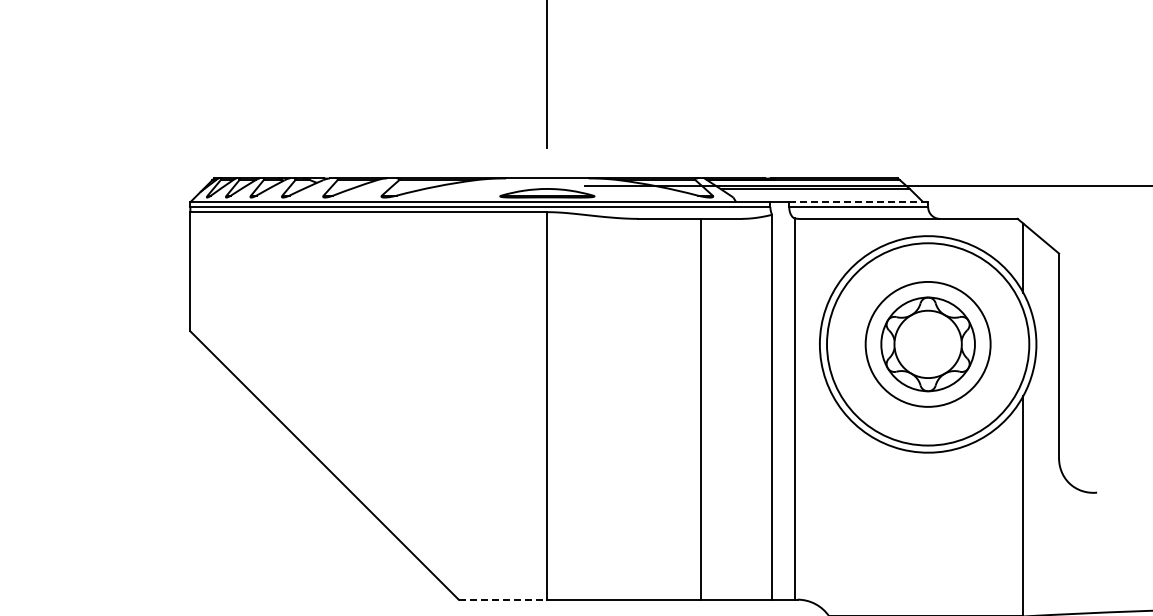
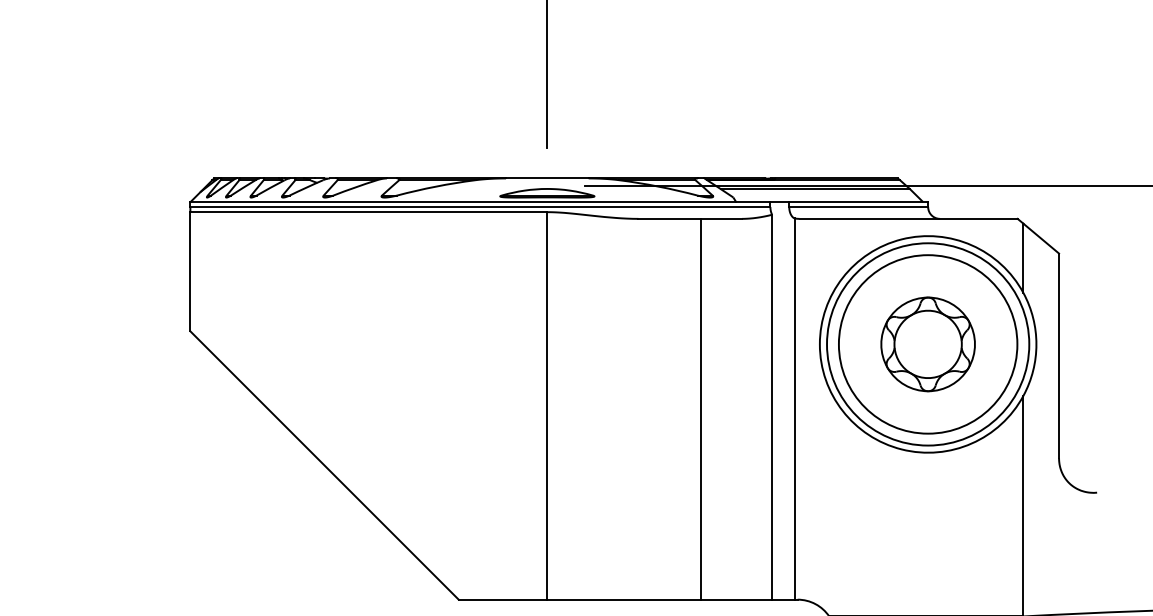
line at (858, 202): dashed -> solid
circle at (927, 343) diameter: 125 px -> 178 px
line at (503, 599): dashed -> solid
